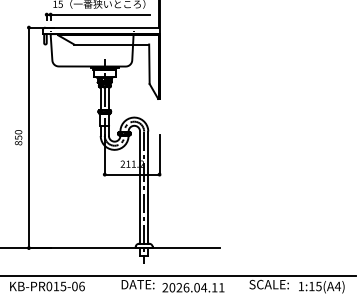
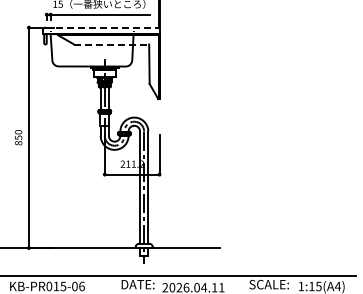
line at (102, 27): solid -> dashed
line at (111, 44): solid -> dashed
